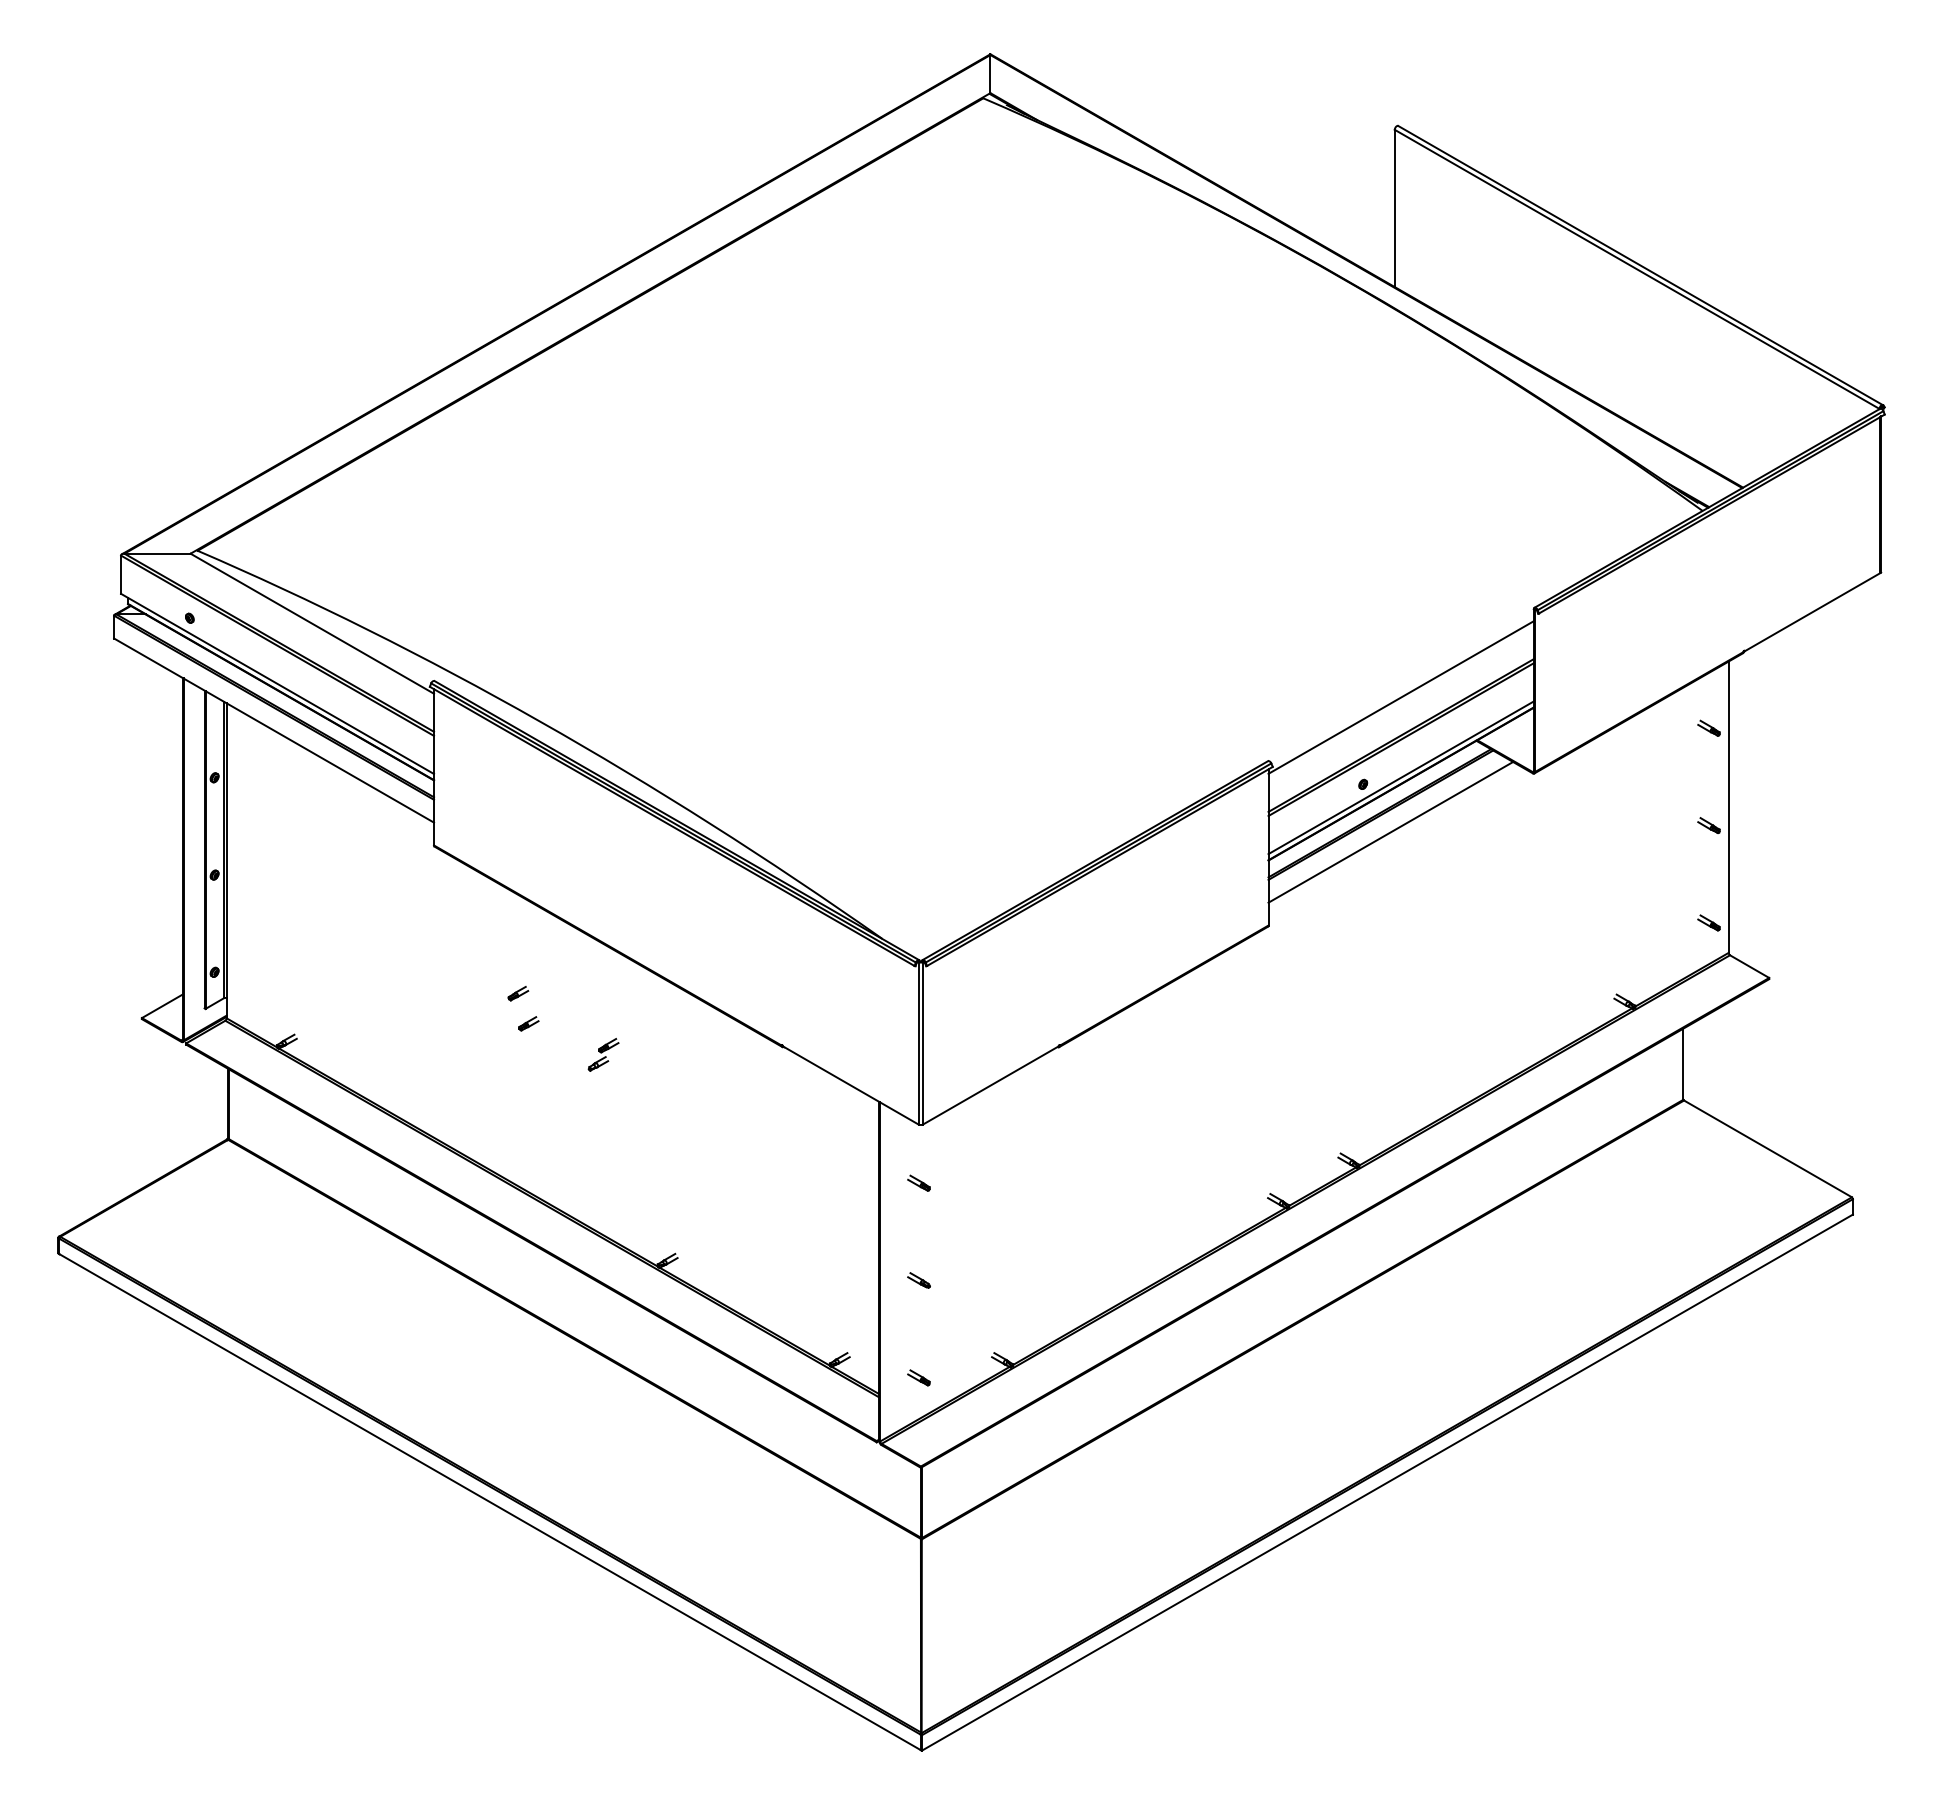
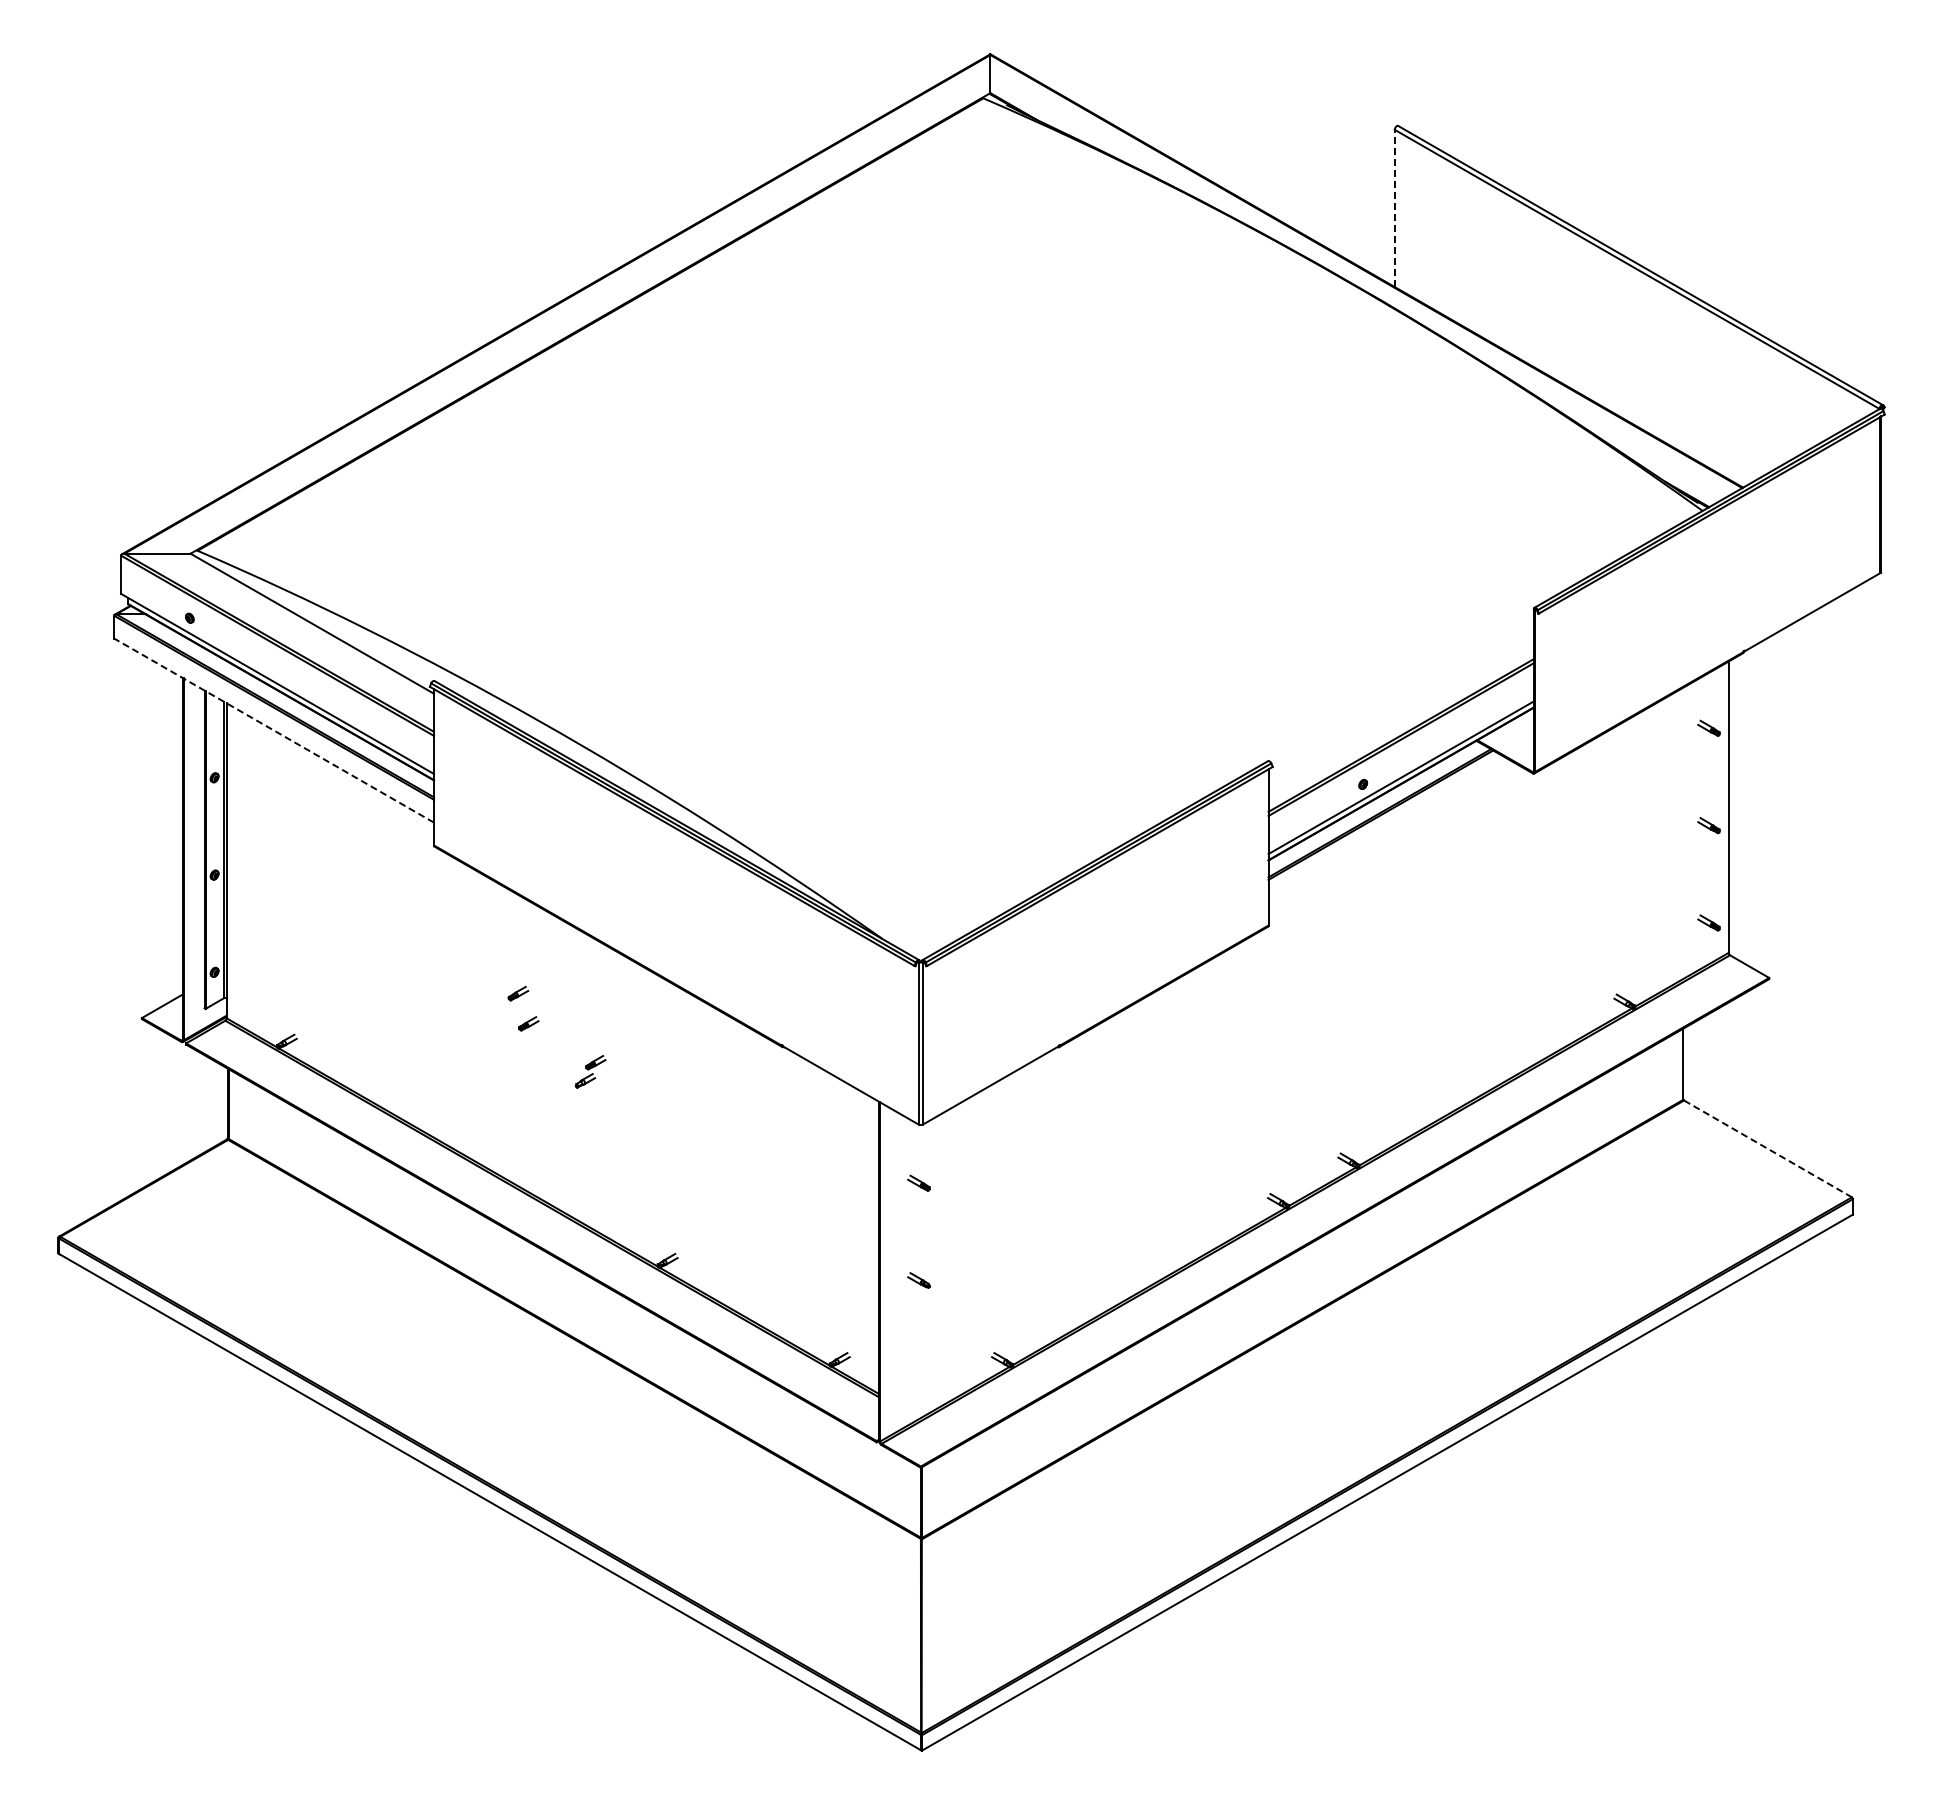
line at (1394, 208): solid -> dashed
line at (1400, 697): present -> none
line at (274, 730): solid -> dashed
line at (1390, 832): present -> none
part at (603, 1054) position: (603, 1054) -> (590, 1071)
line at (1768, 1148): solid -> dashed
part at (918, 1377): present -> none
